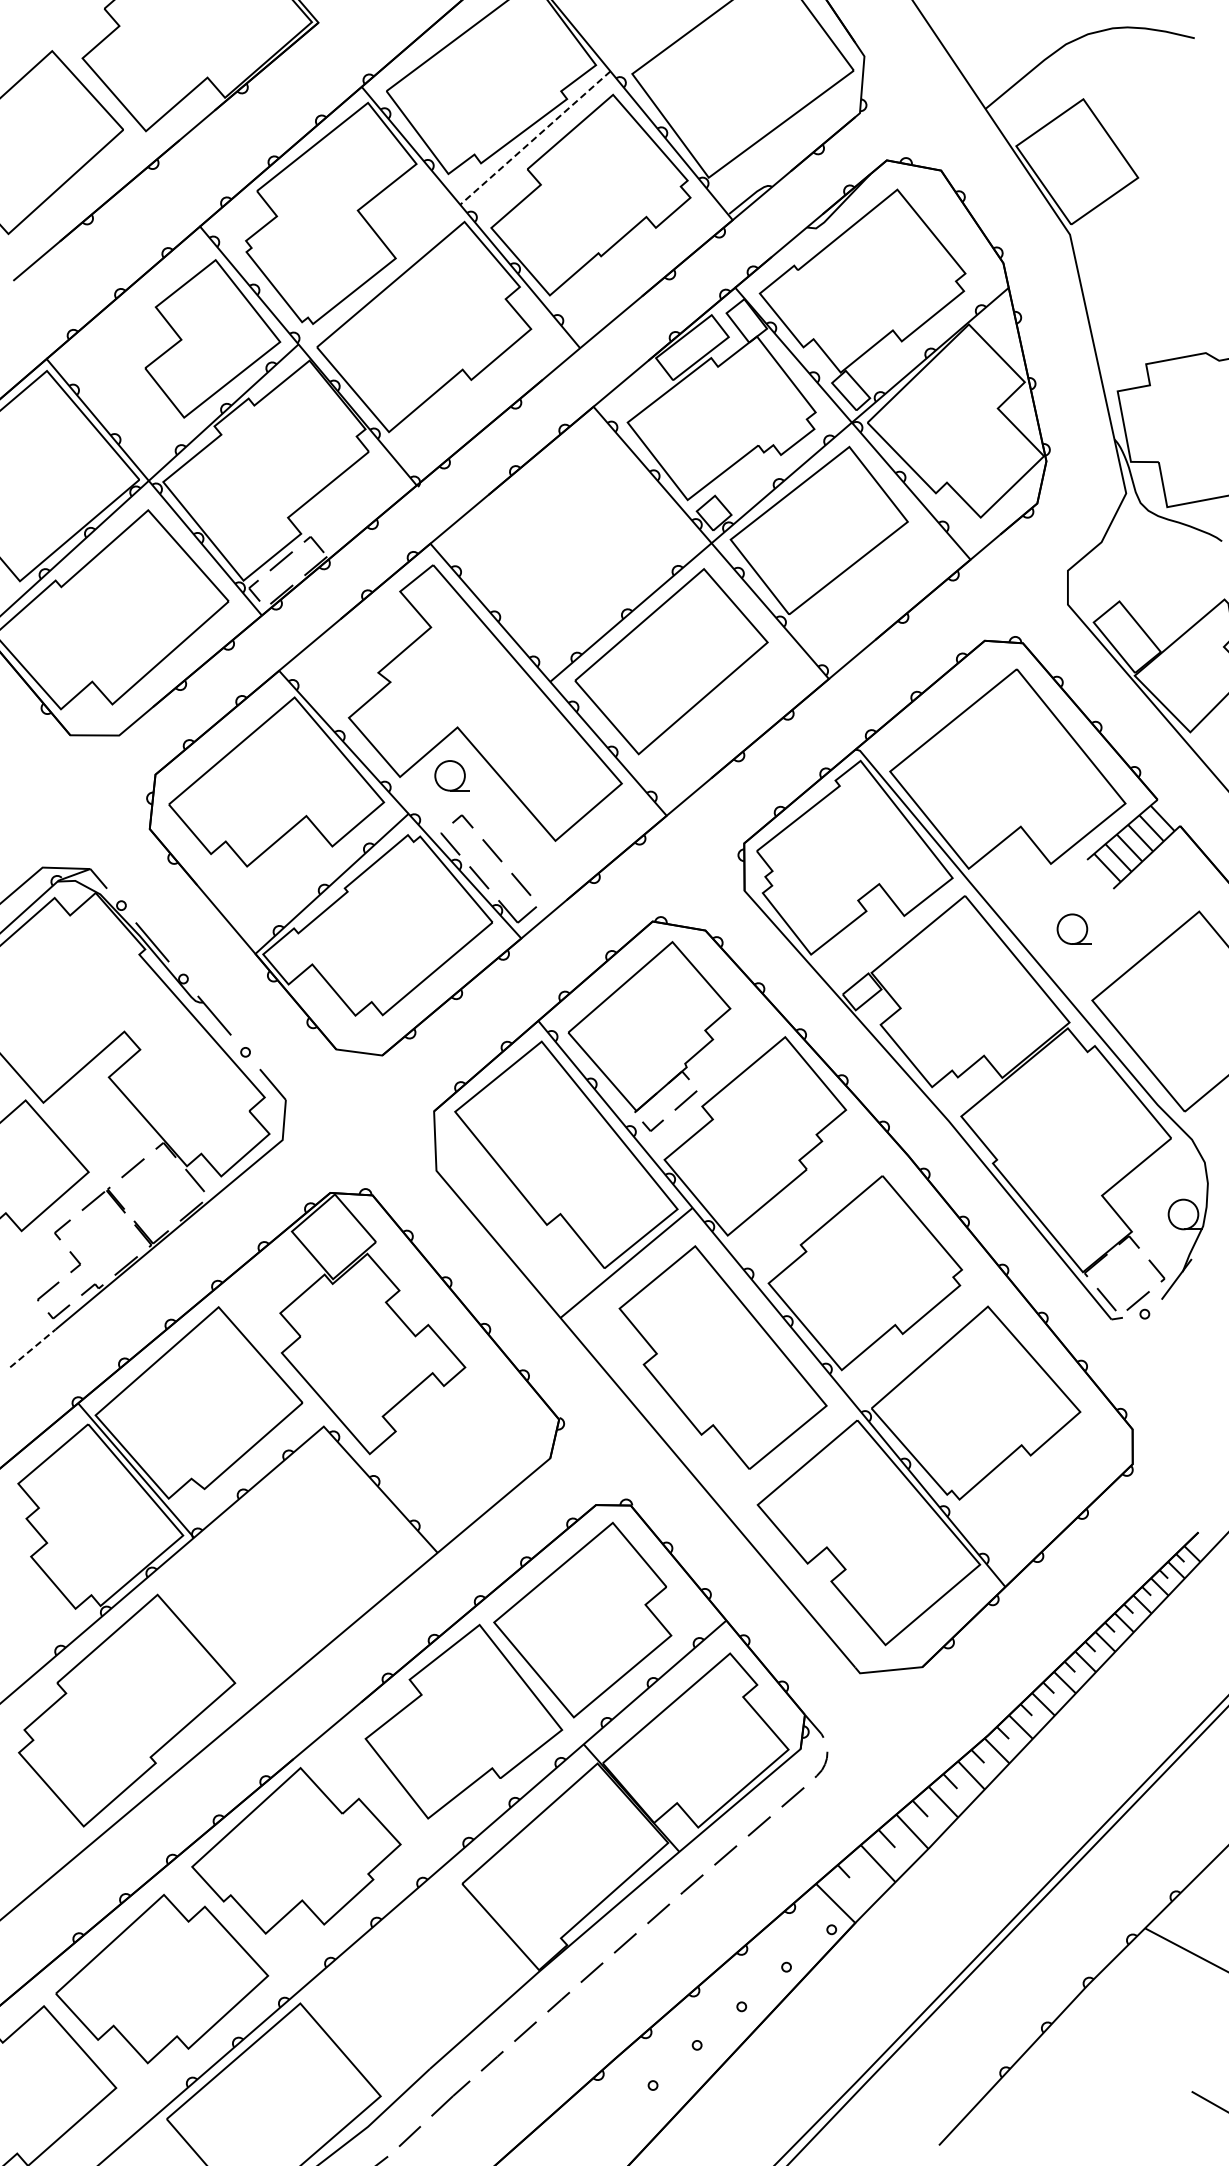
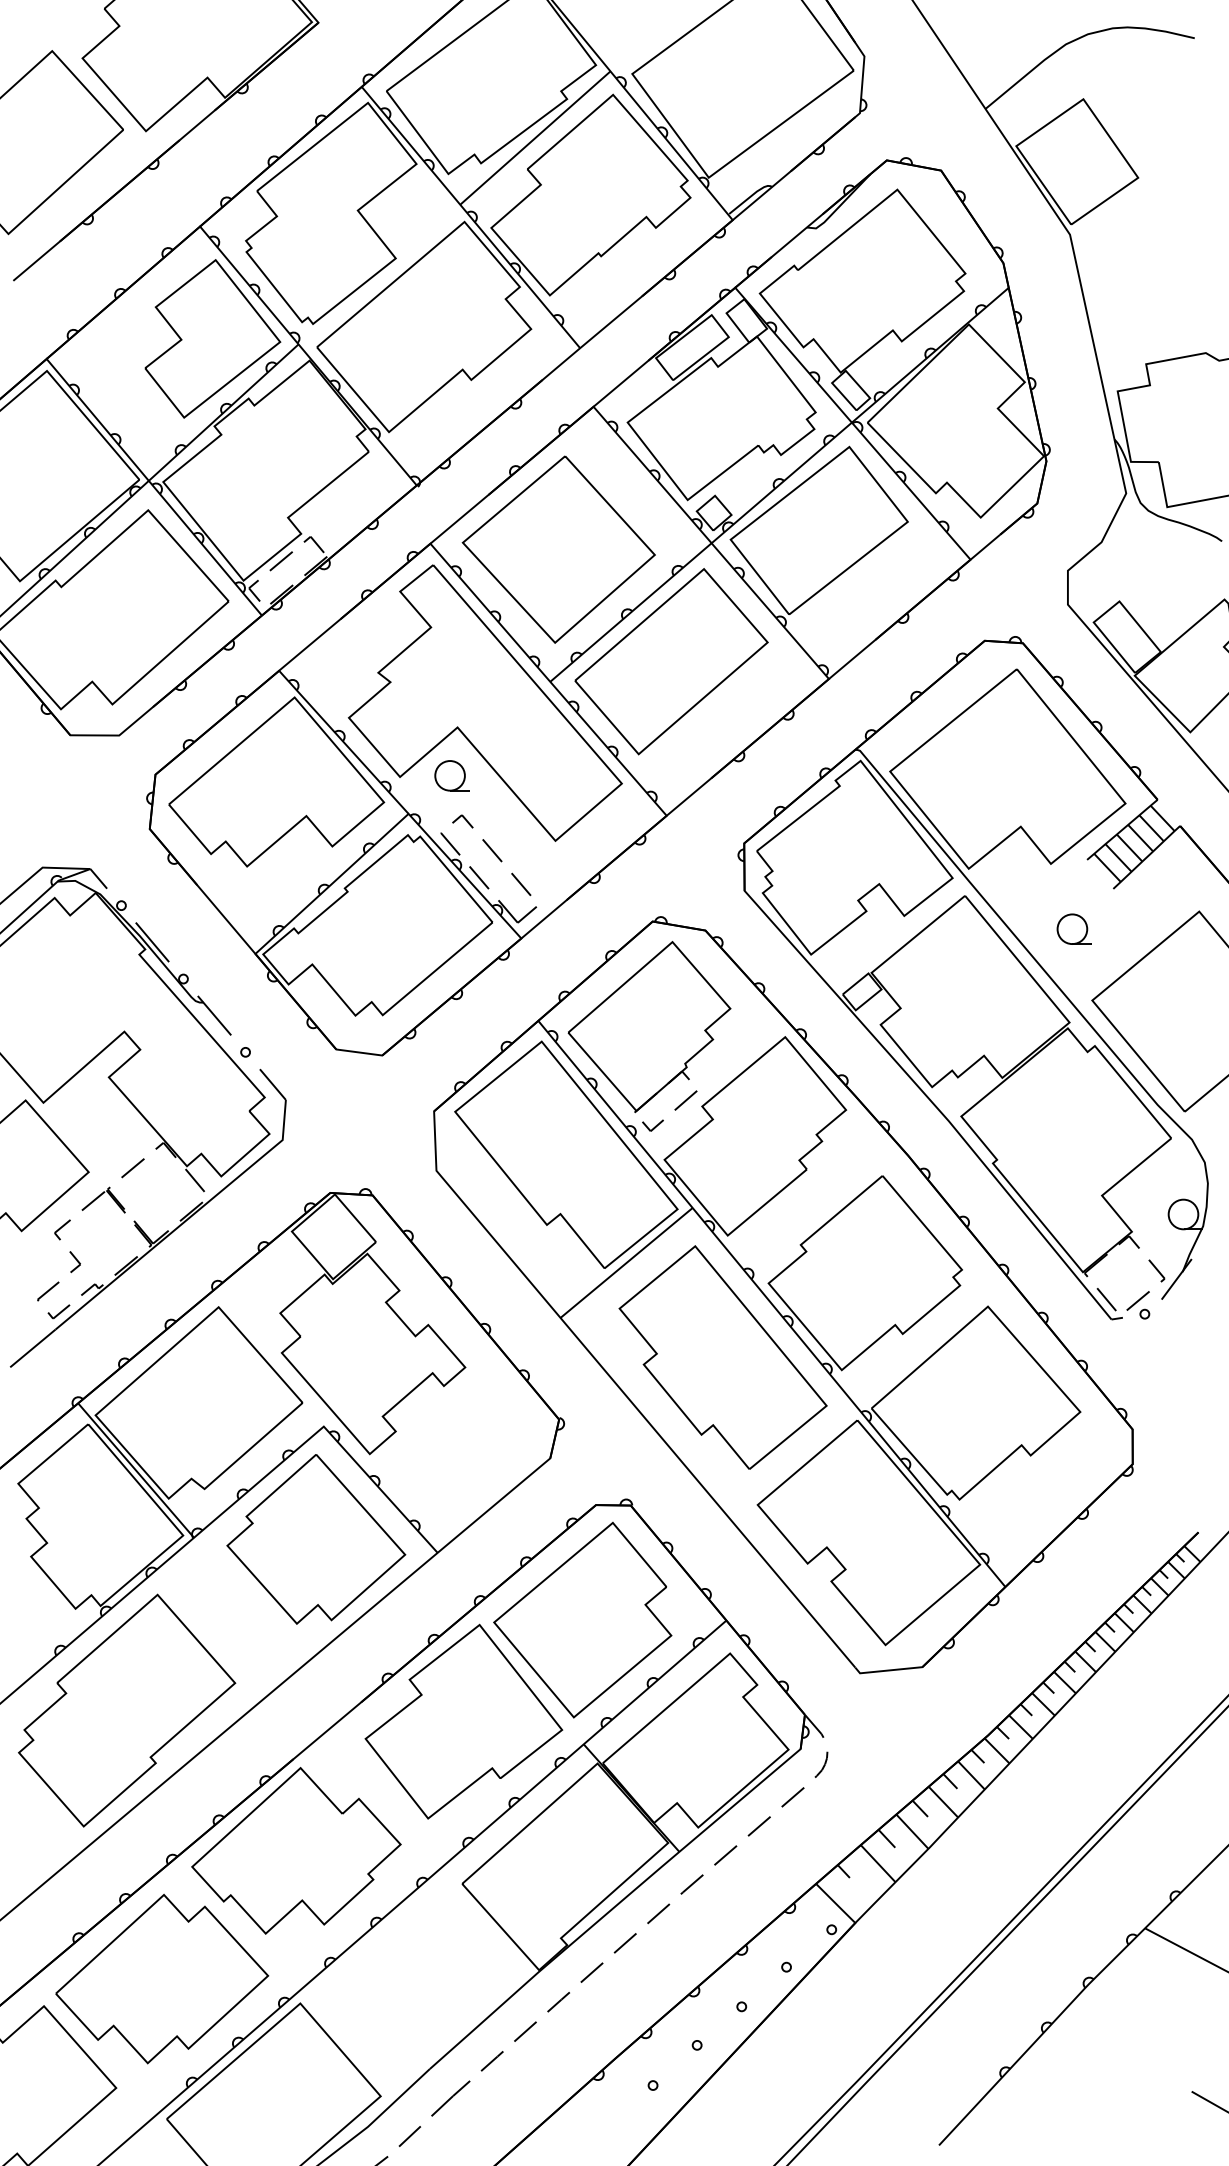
line at (535, 138): dashed -> solid
part at (558, 549): none -> present
line at (32, 1348): dashed -> solid
part at (316, 1539): none -> present
